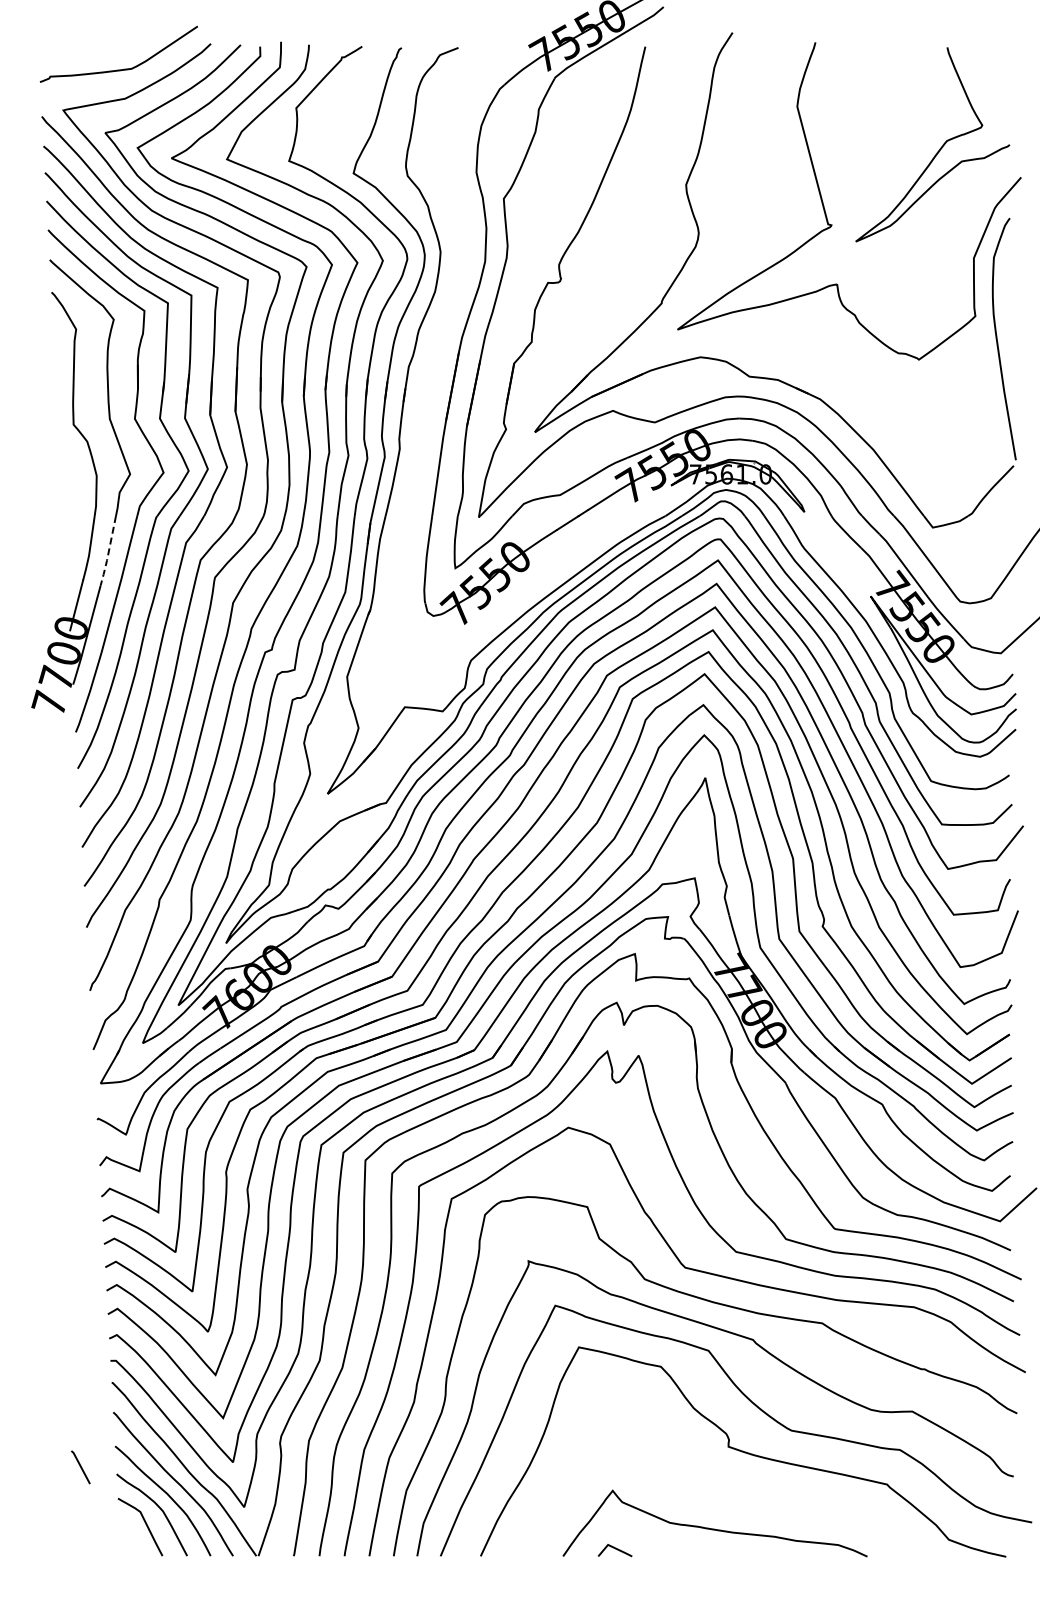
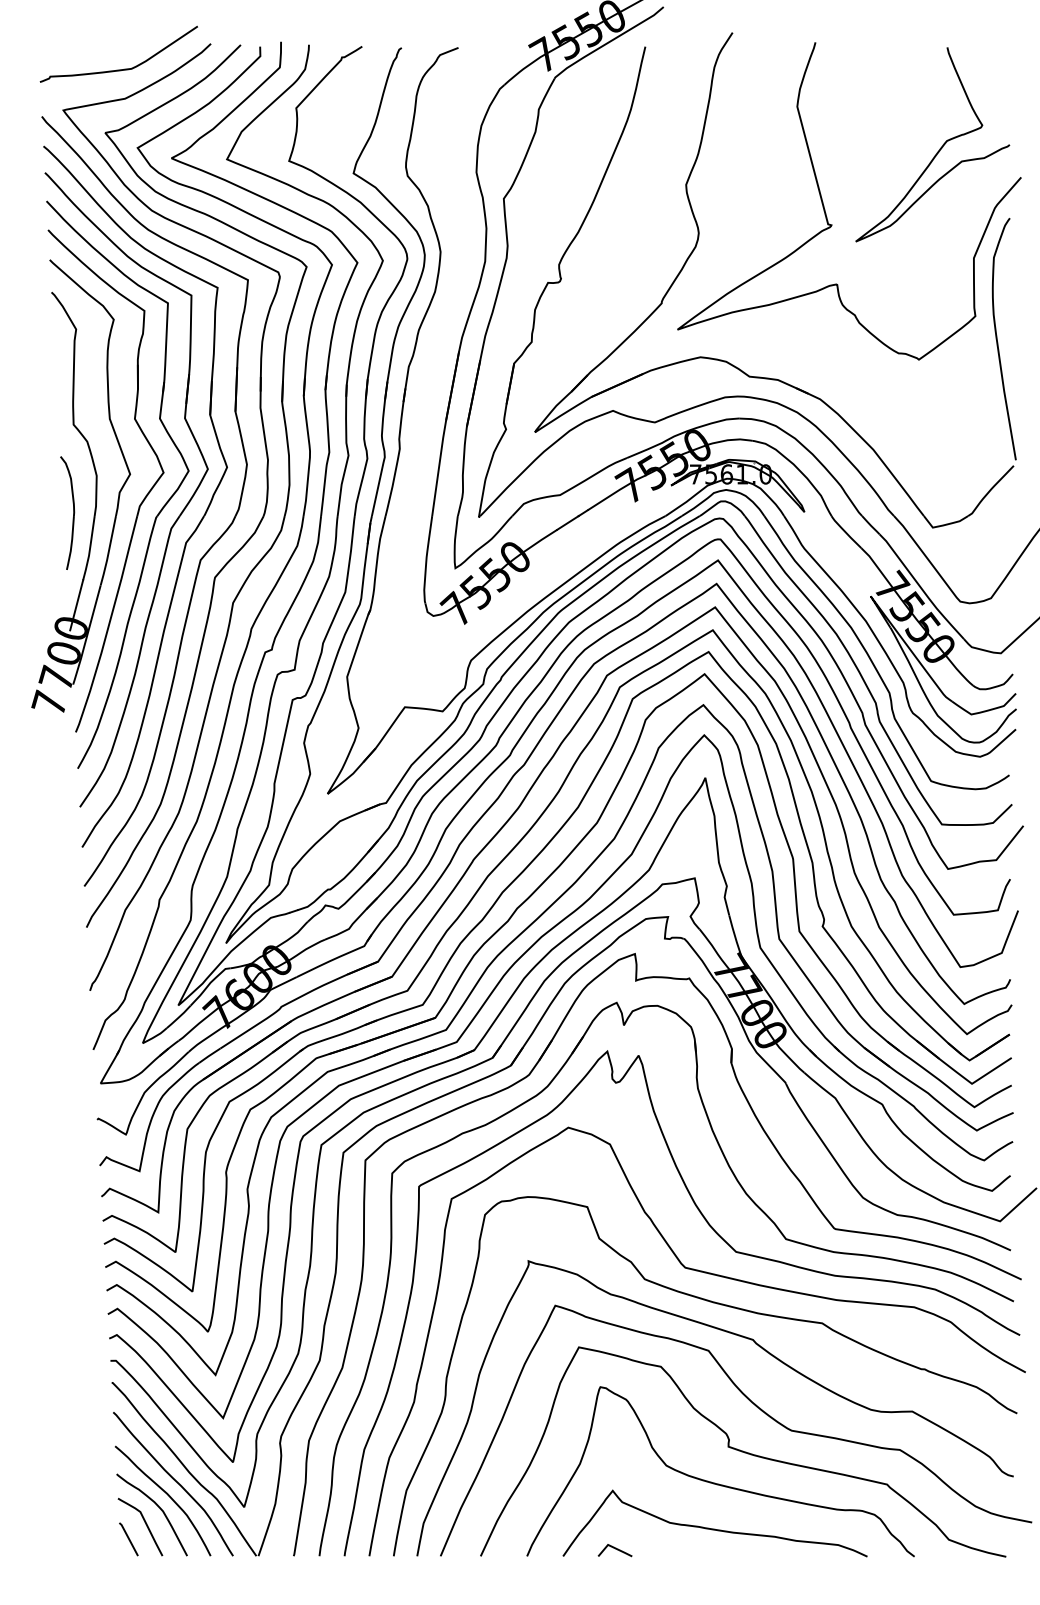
part at (67, 512): none -> present
line at (108, 552): dashed -> solid
line at (80, 1467) position: (80, 1467) -> (128, 1539)
curve at (719, 1483): none -> present
